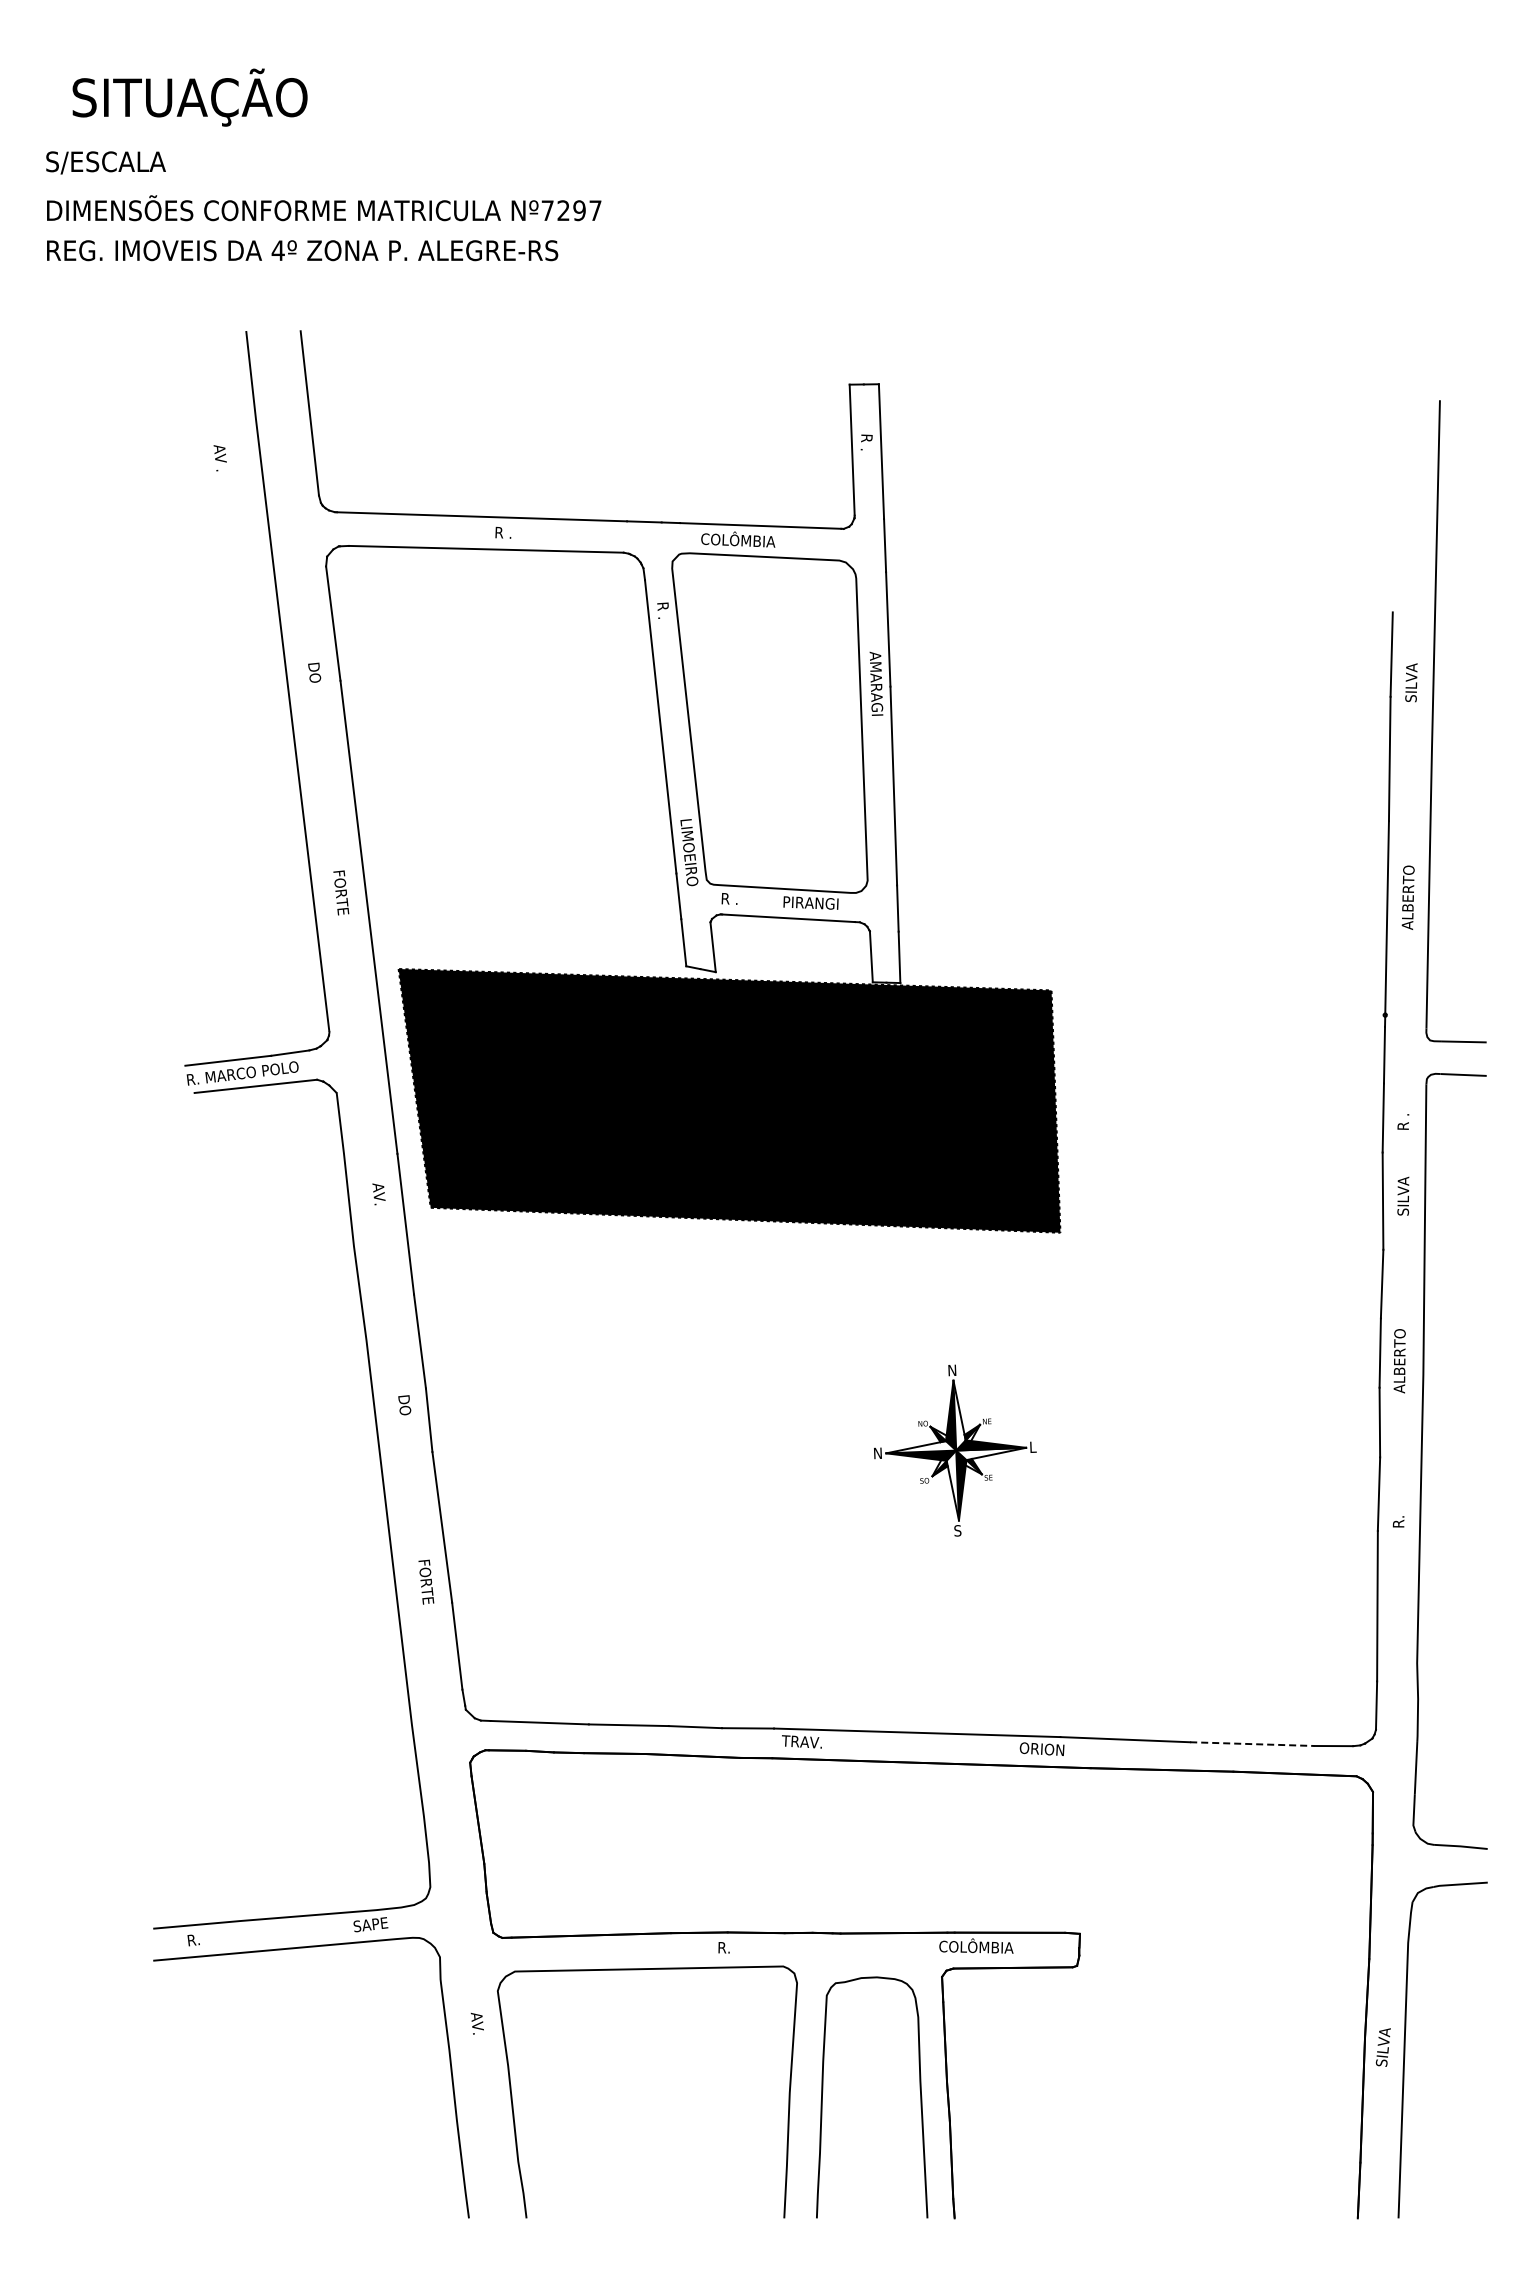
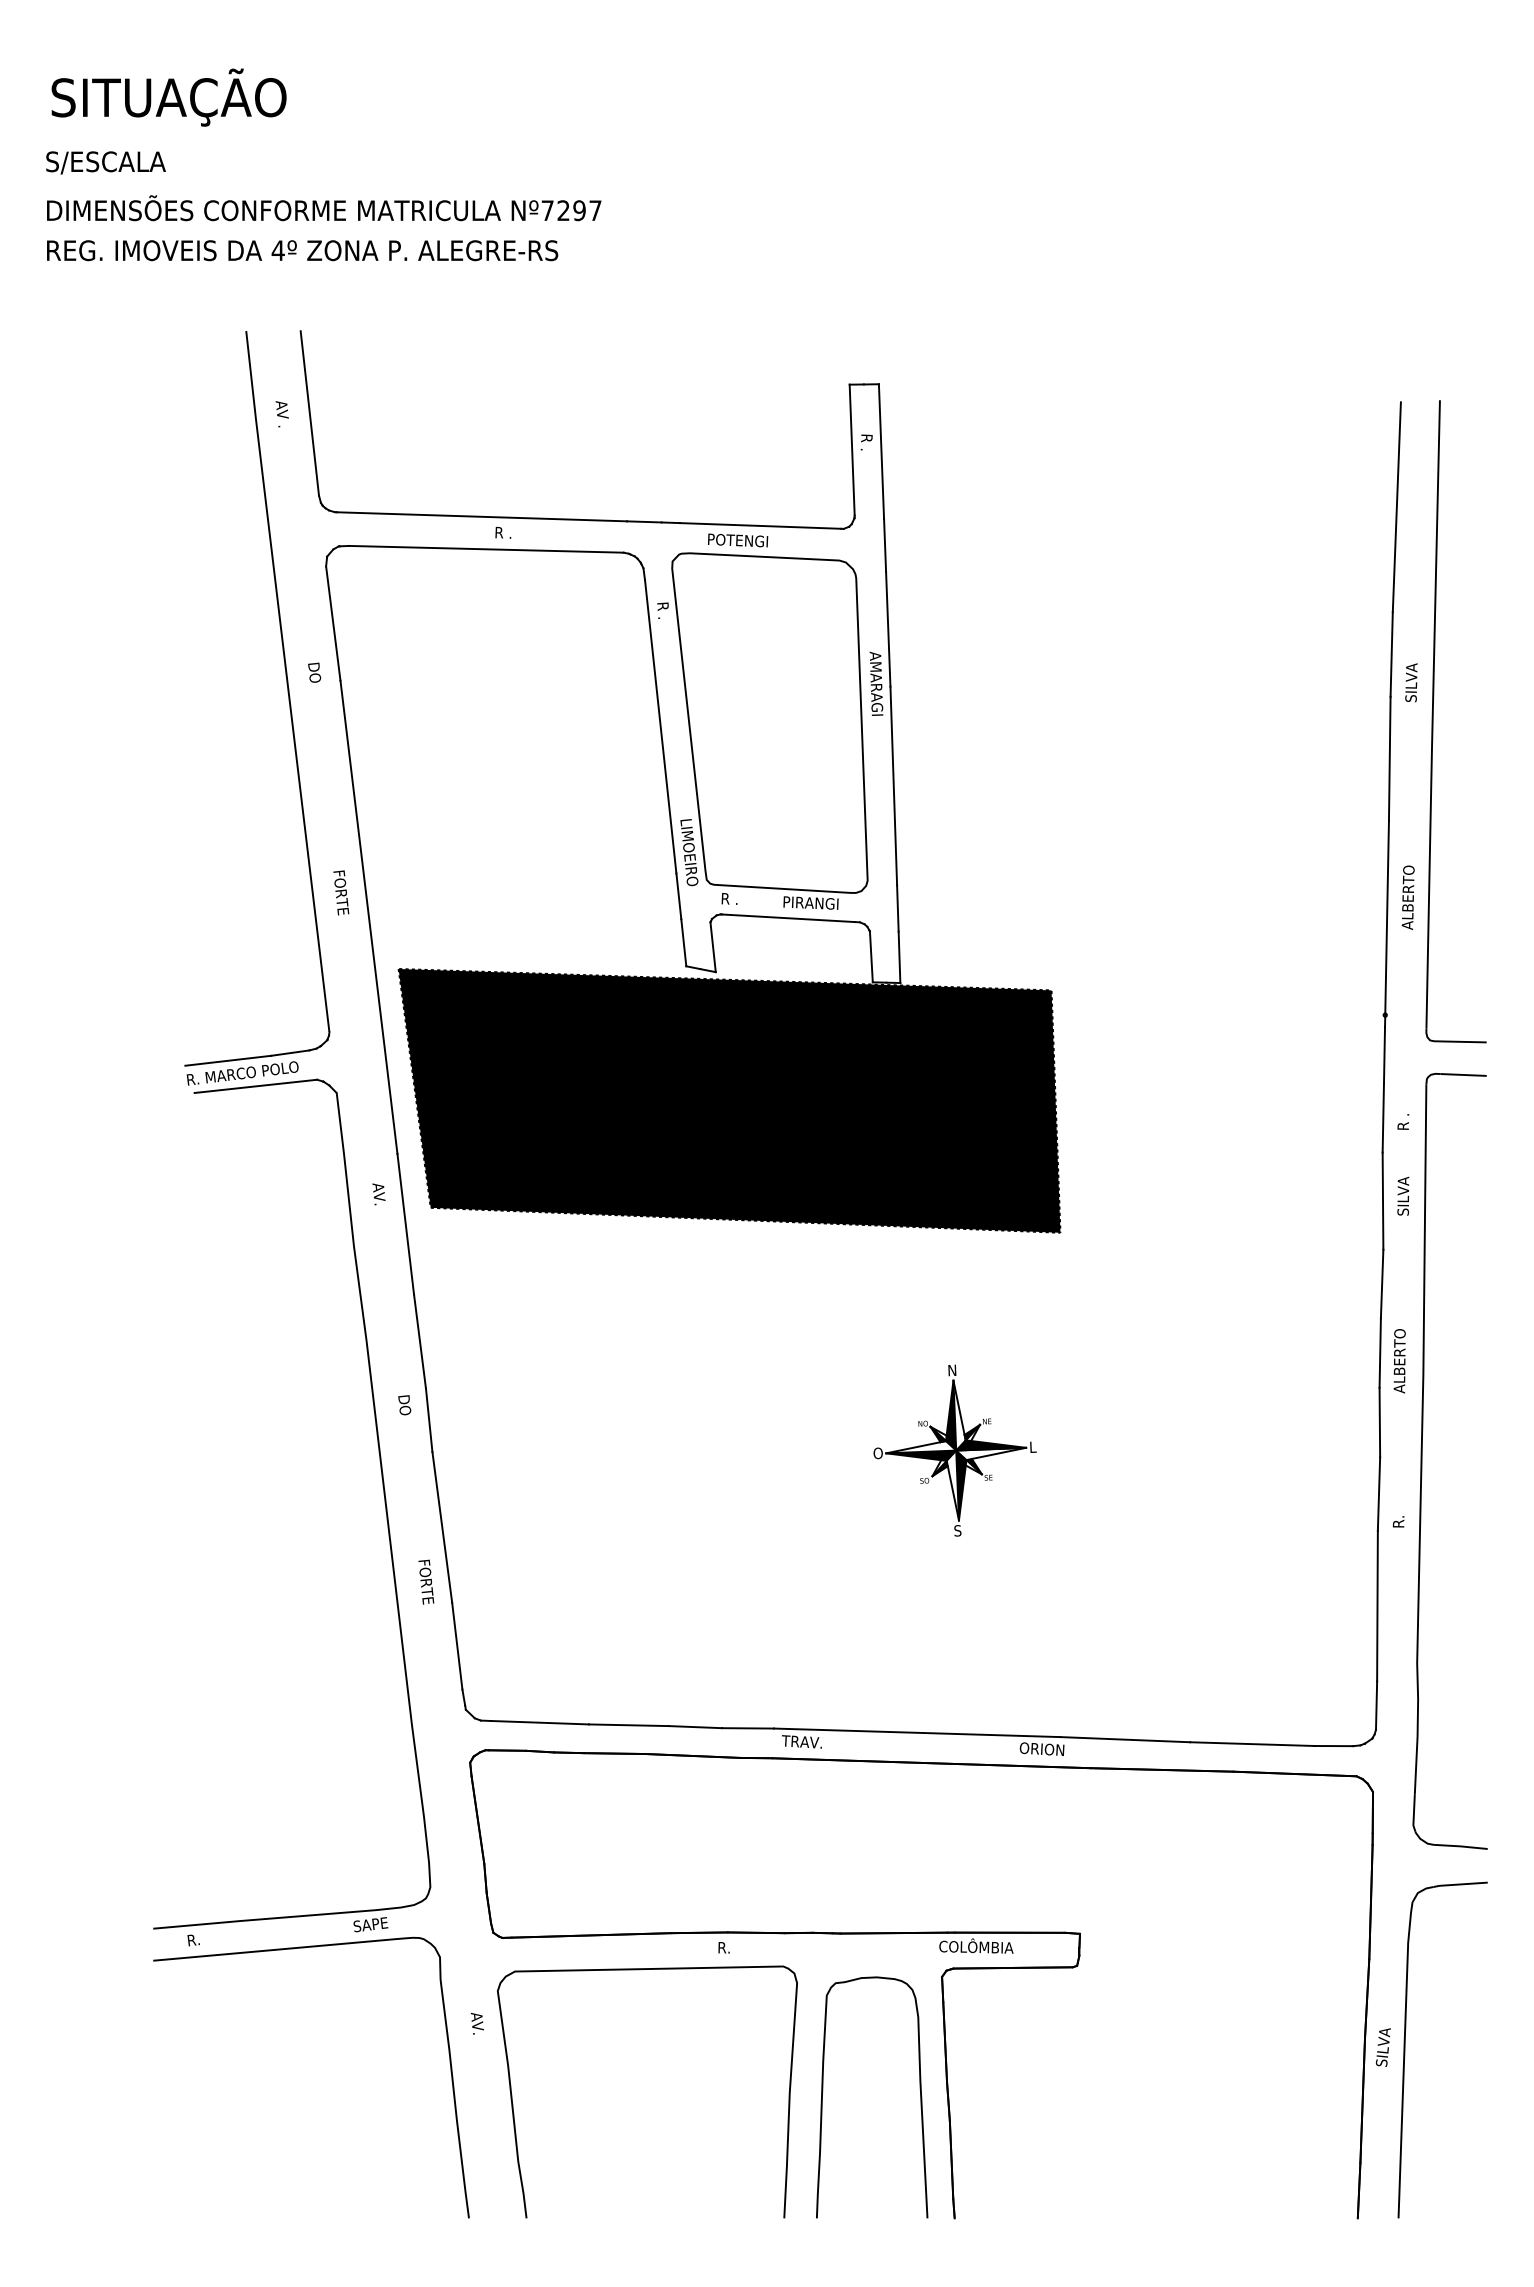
text at (189, 97) position: (189, 97) -> (168, 97)
text at (219, 458) position: (219, 458) -> (281, 414)
line at (1396, 507): none -> present
text at (738, 539): COLÔMBIA -> POTENGI
text at (877, 1453): N -> O
line at (1252, 1744): dashed -> solid
